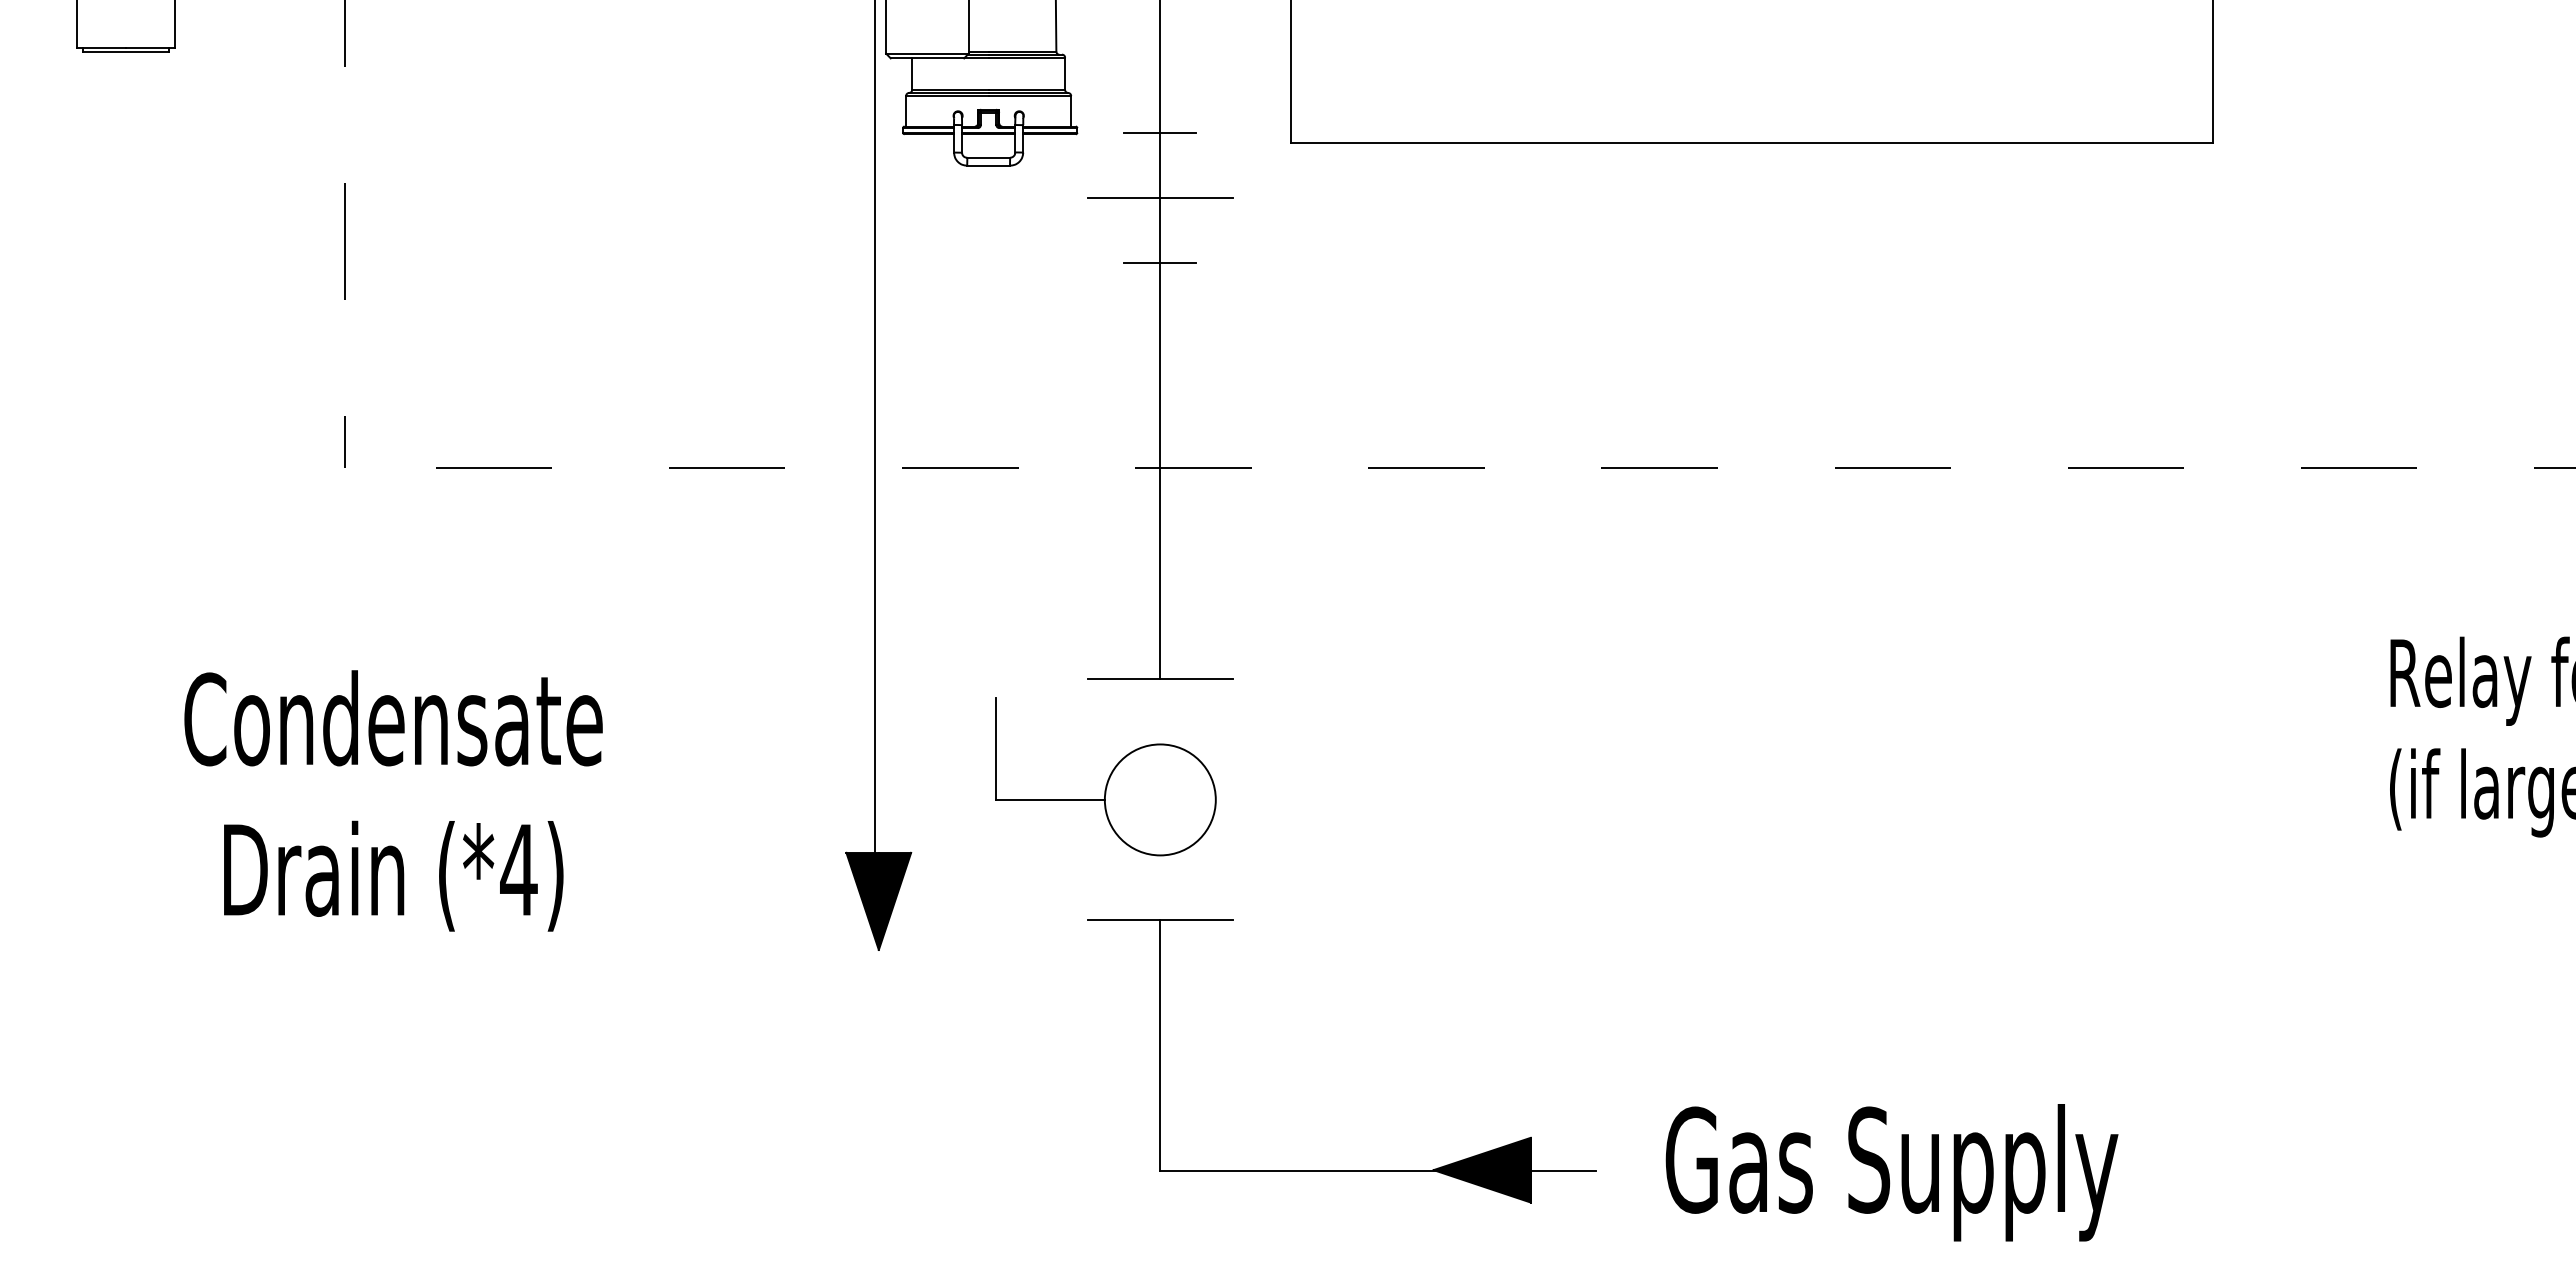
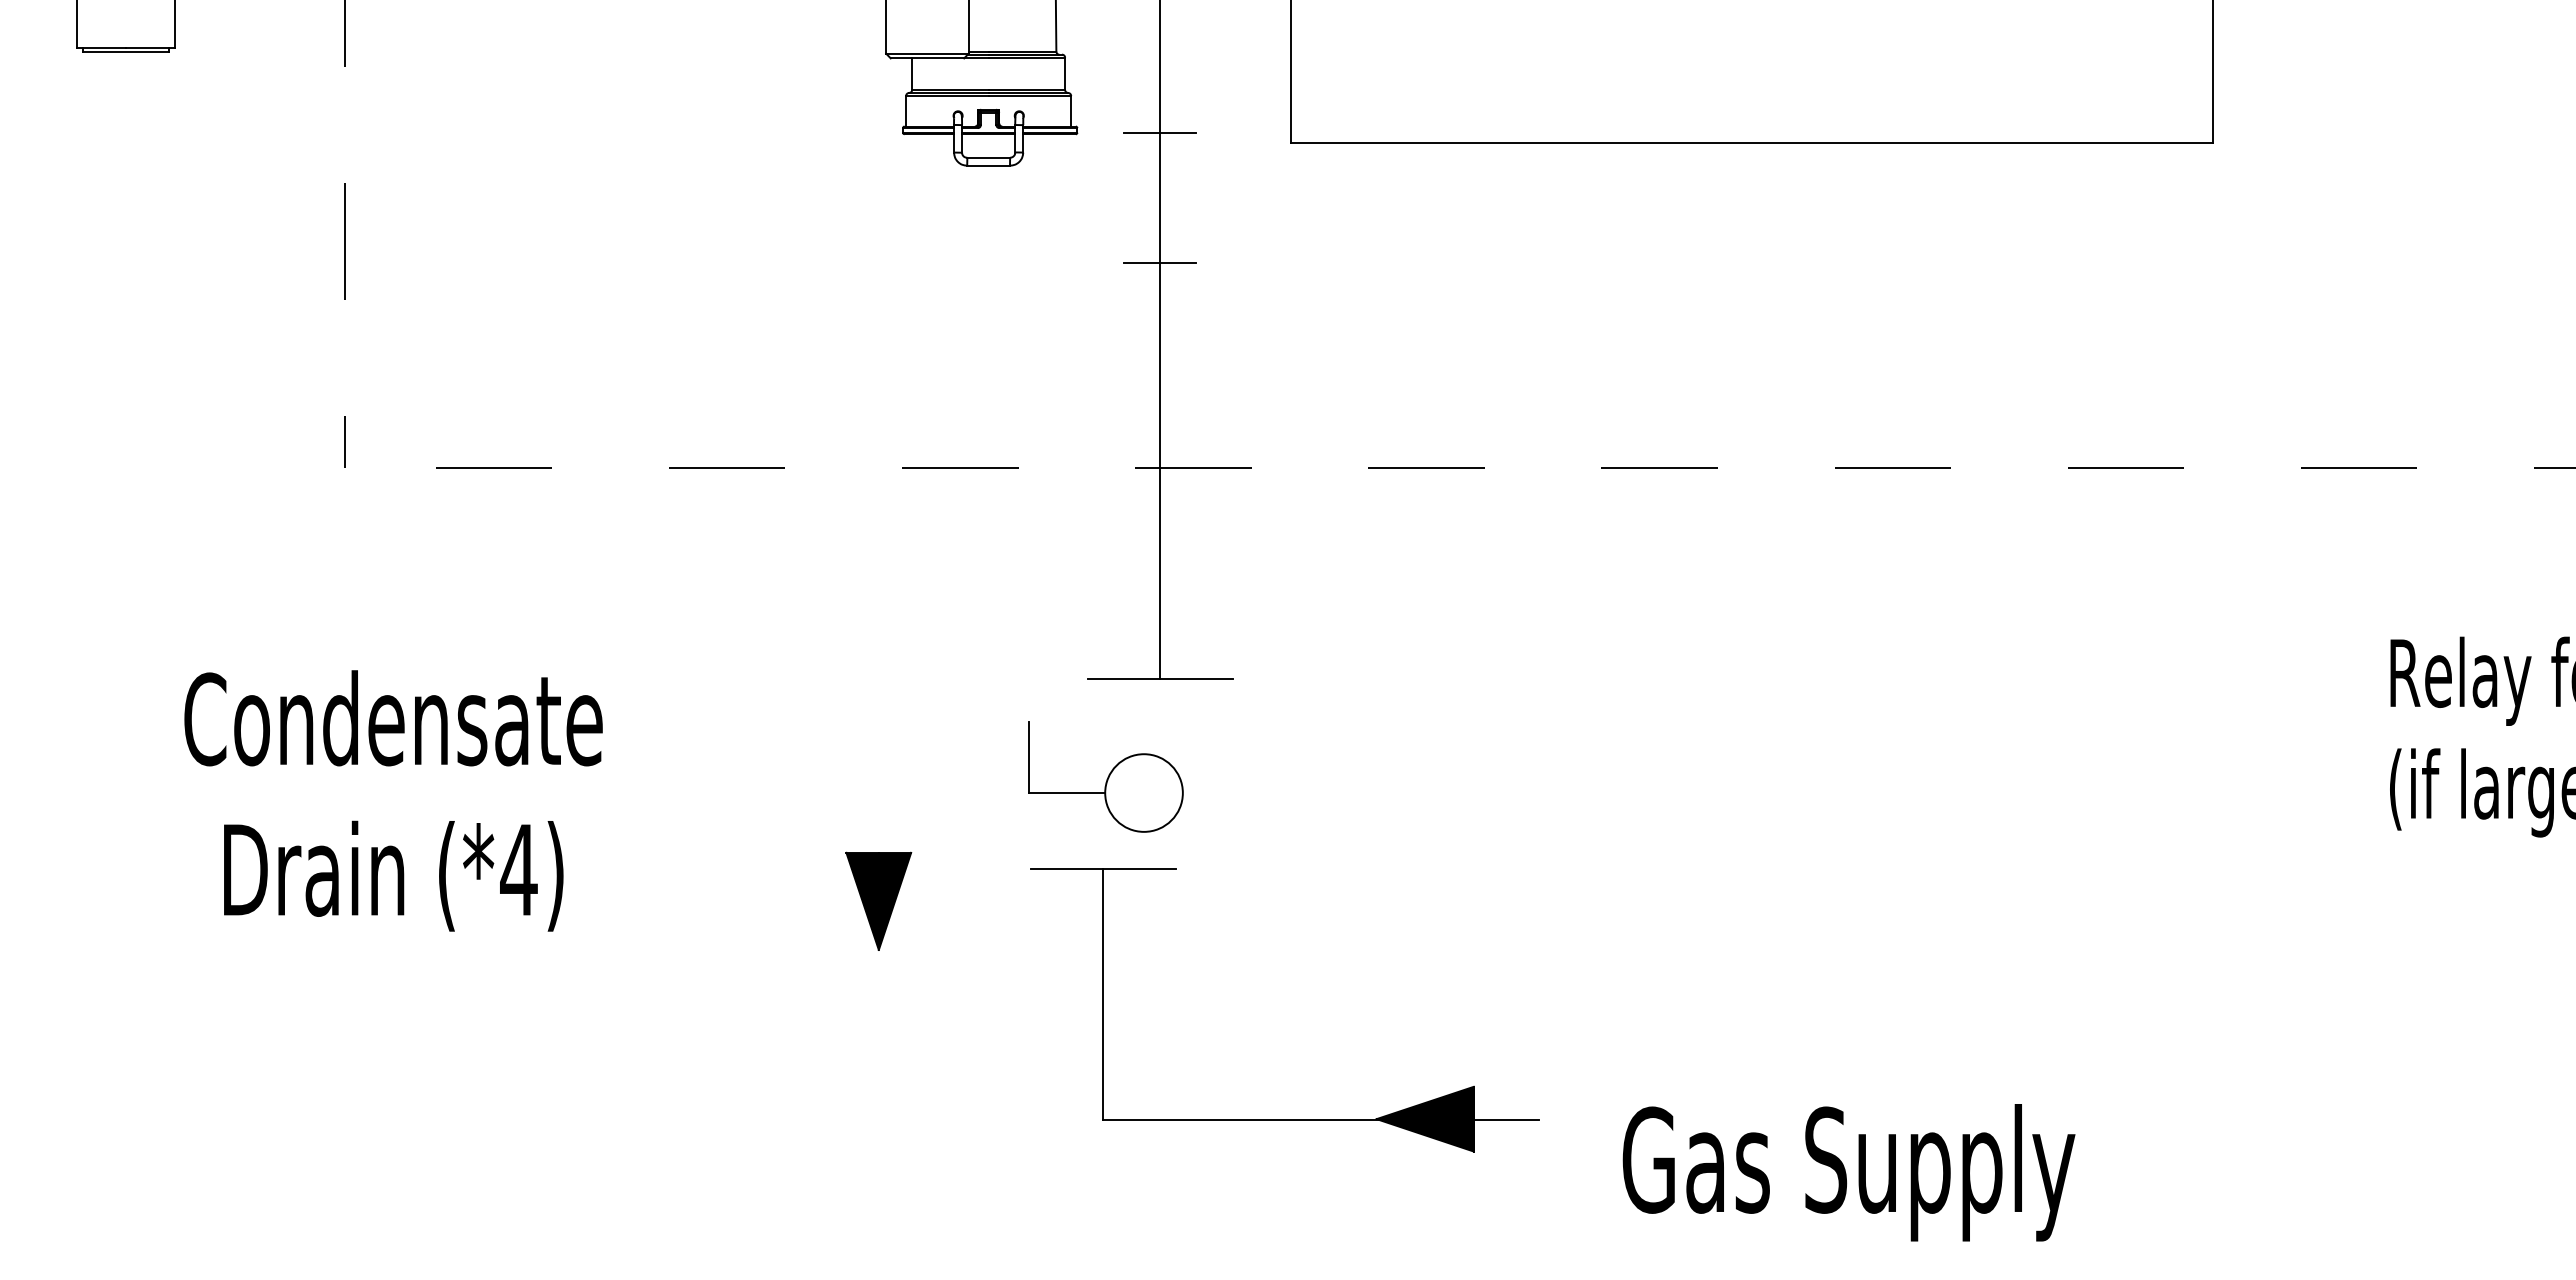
line at (1160, 197): present -> none
line at (875, 427): present -> none
part at (1105, 776) size: 222x160 px -> 156x112 px
part at (1341, 1170) position: (1341, 1170) -> (1284, 1119)
text at (1891, 1172) position: (1891, 1172) -> (1848, 1172)
